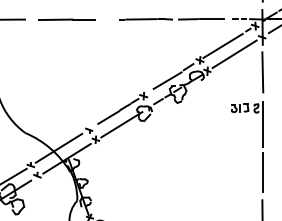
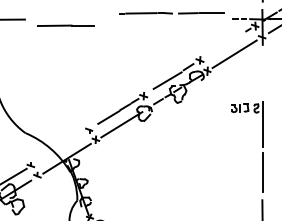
line at (66, 19) position: (66, 19) -> (65, 25)
line at (171, 19) position: (171, 19) -> (171, 13)
line at (222, 45): present -> none
line at (262, 72): present -> none
line at (58, 147): present -> none
